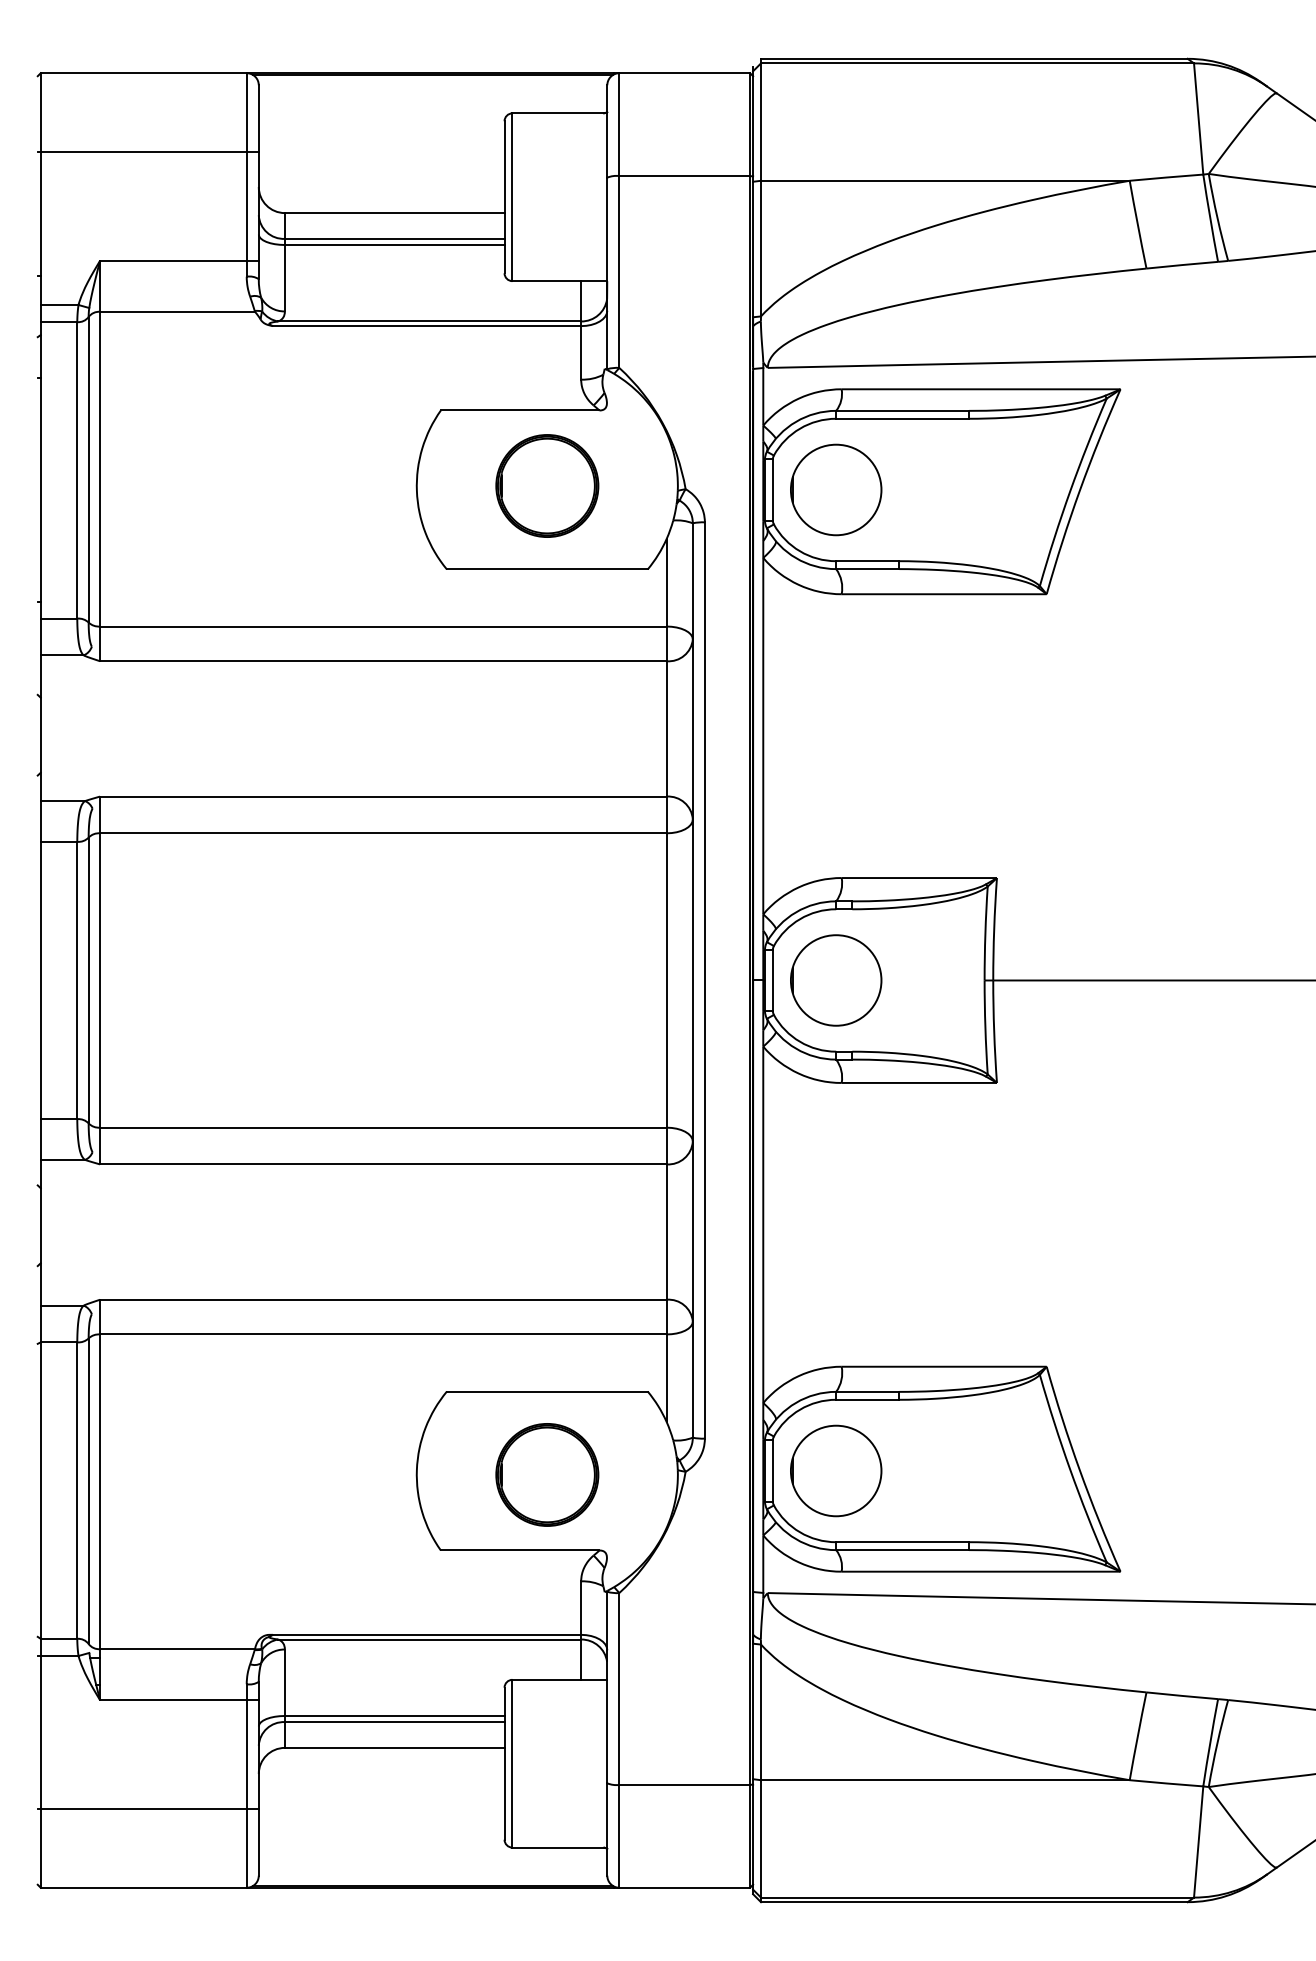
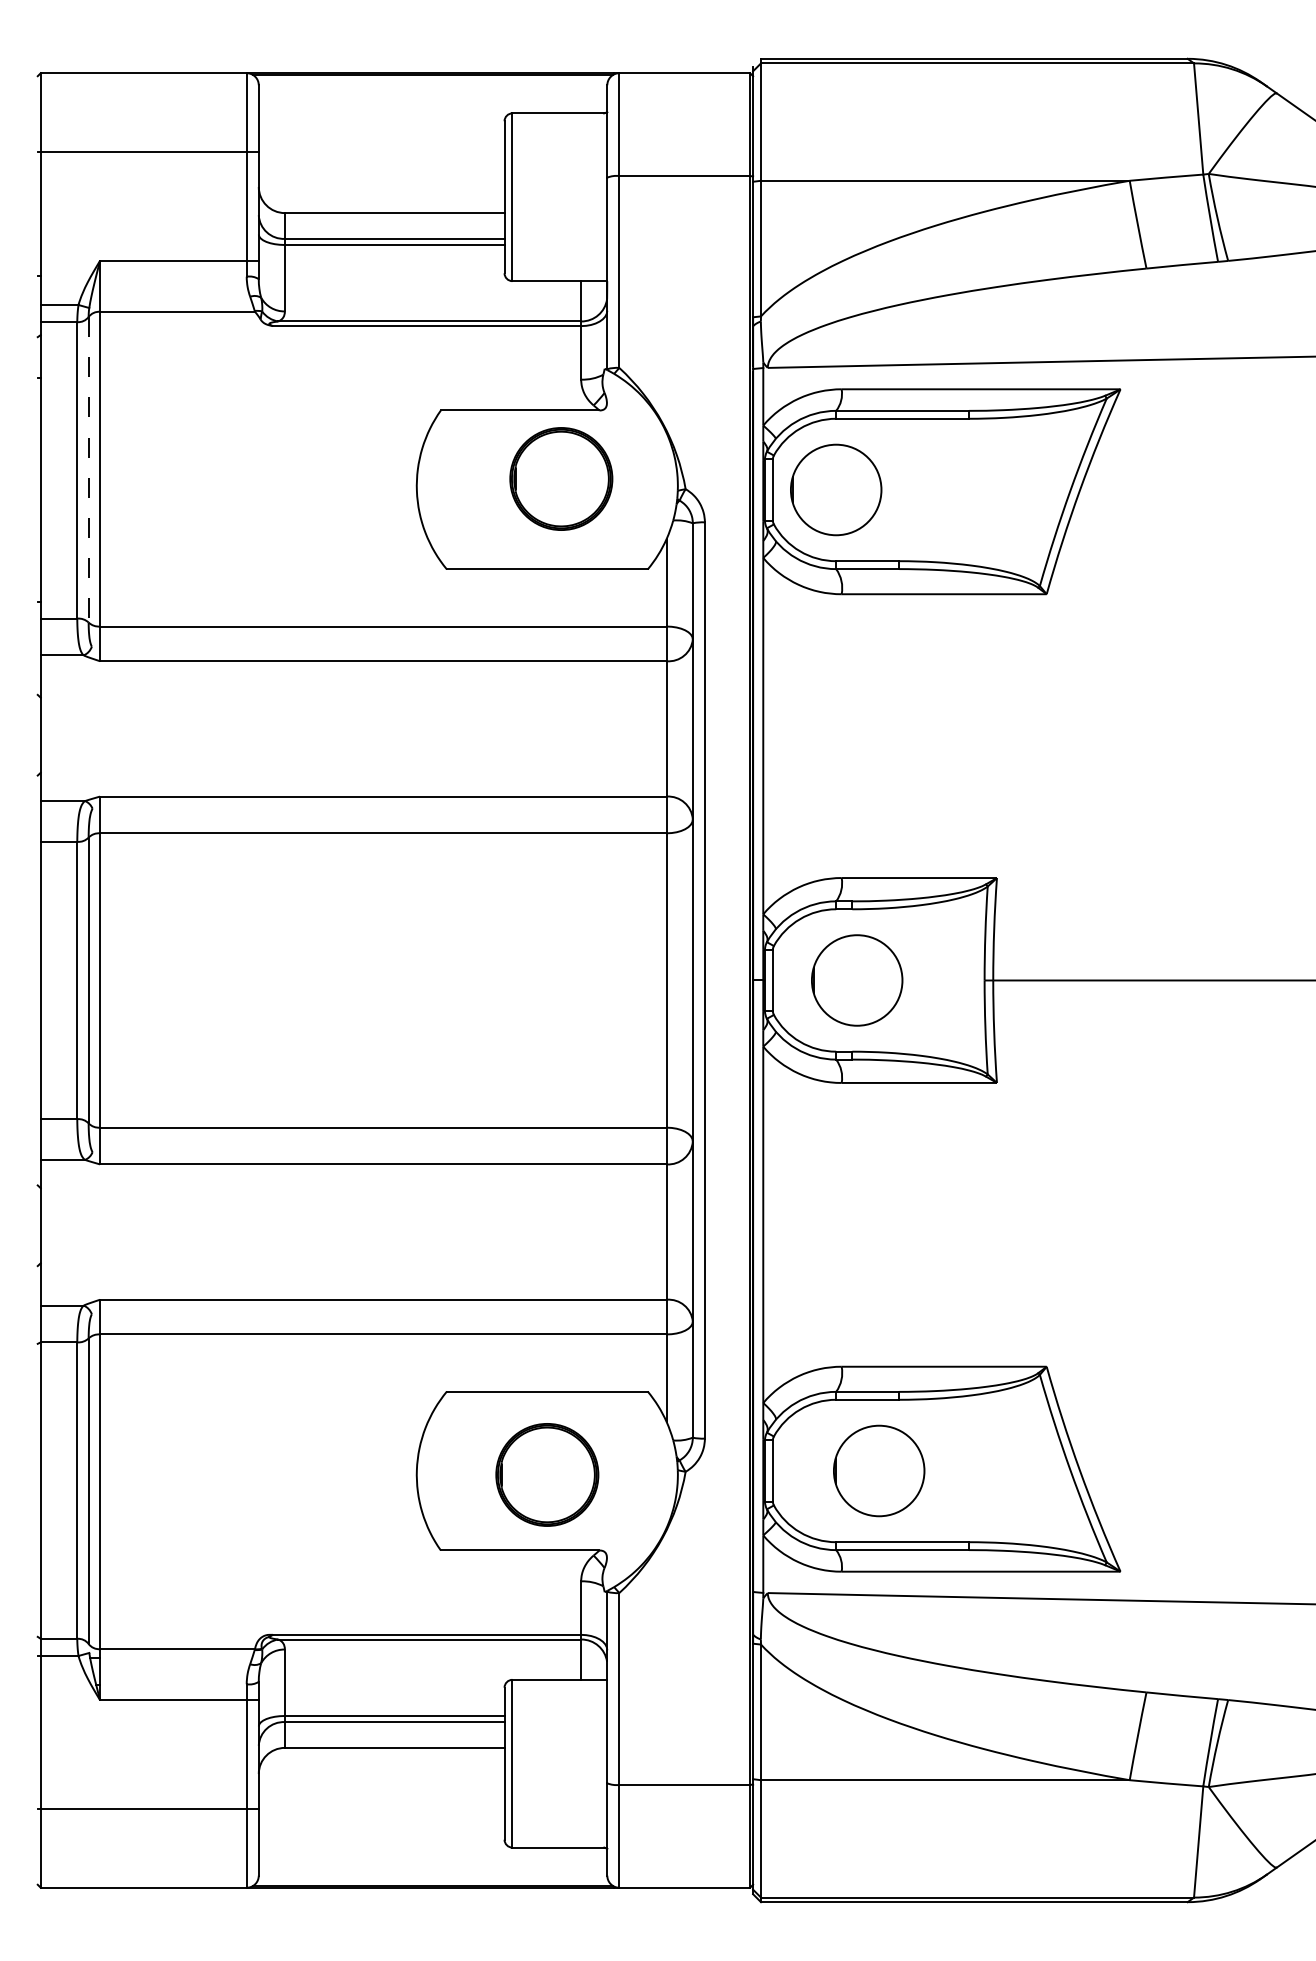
line at (88, 469): solid -> dashed
part at (547, 485) position: (547, 485) -> (561, 478)
circle at (836, 980) position: (836, 980) -> (857, 980)
part at (836, 1470) position: (836, 1470) -> (879, 1470)
